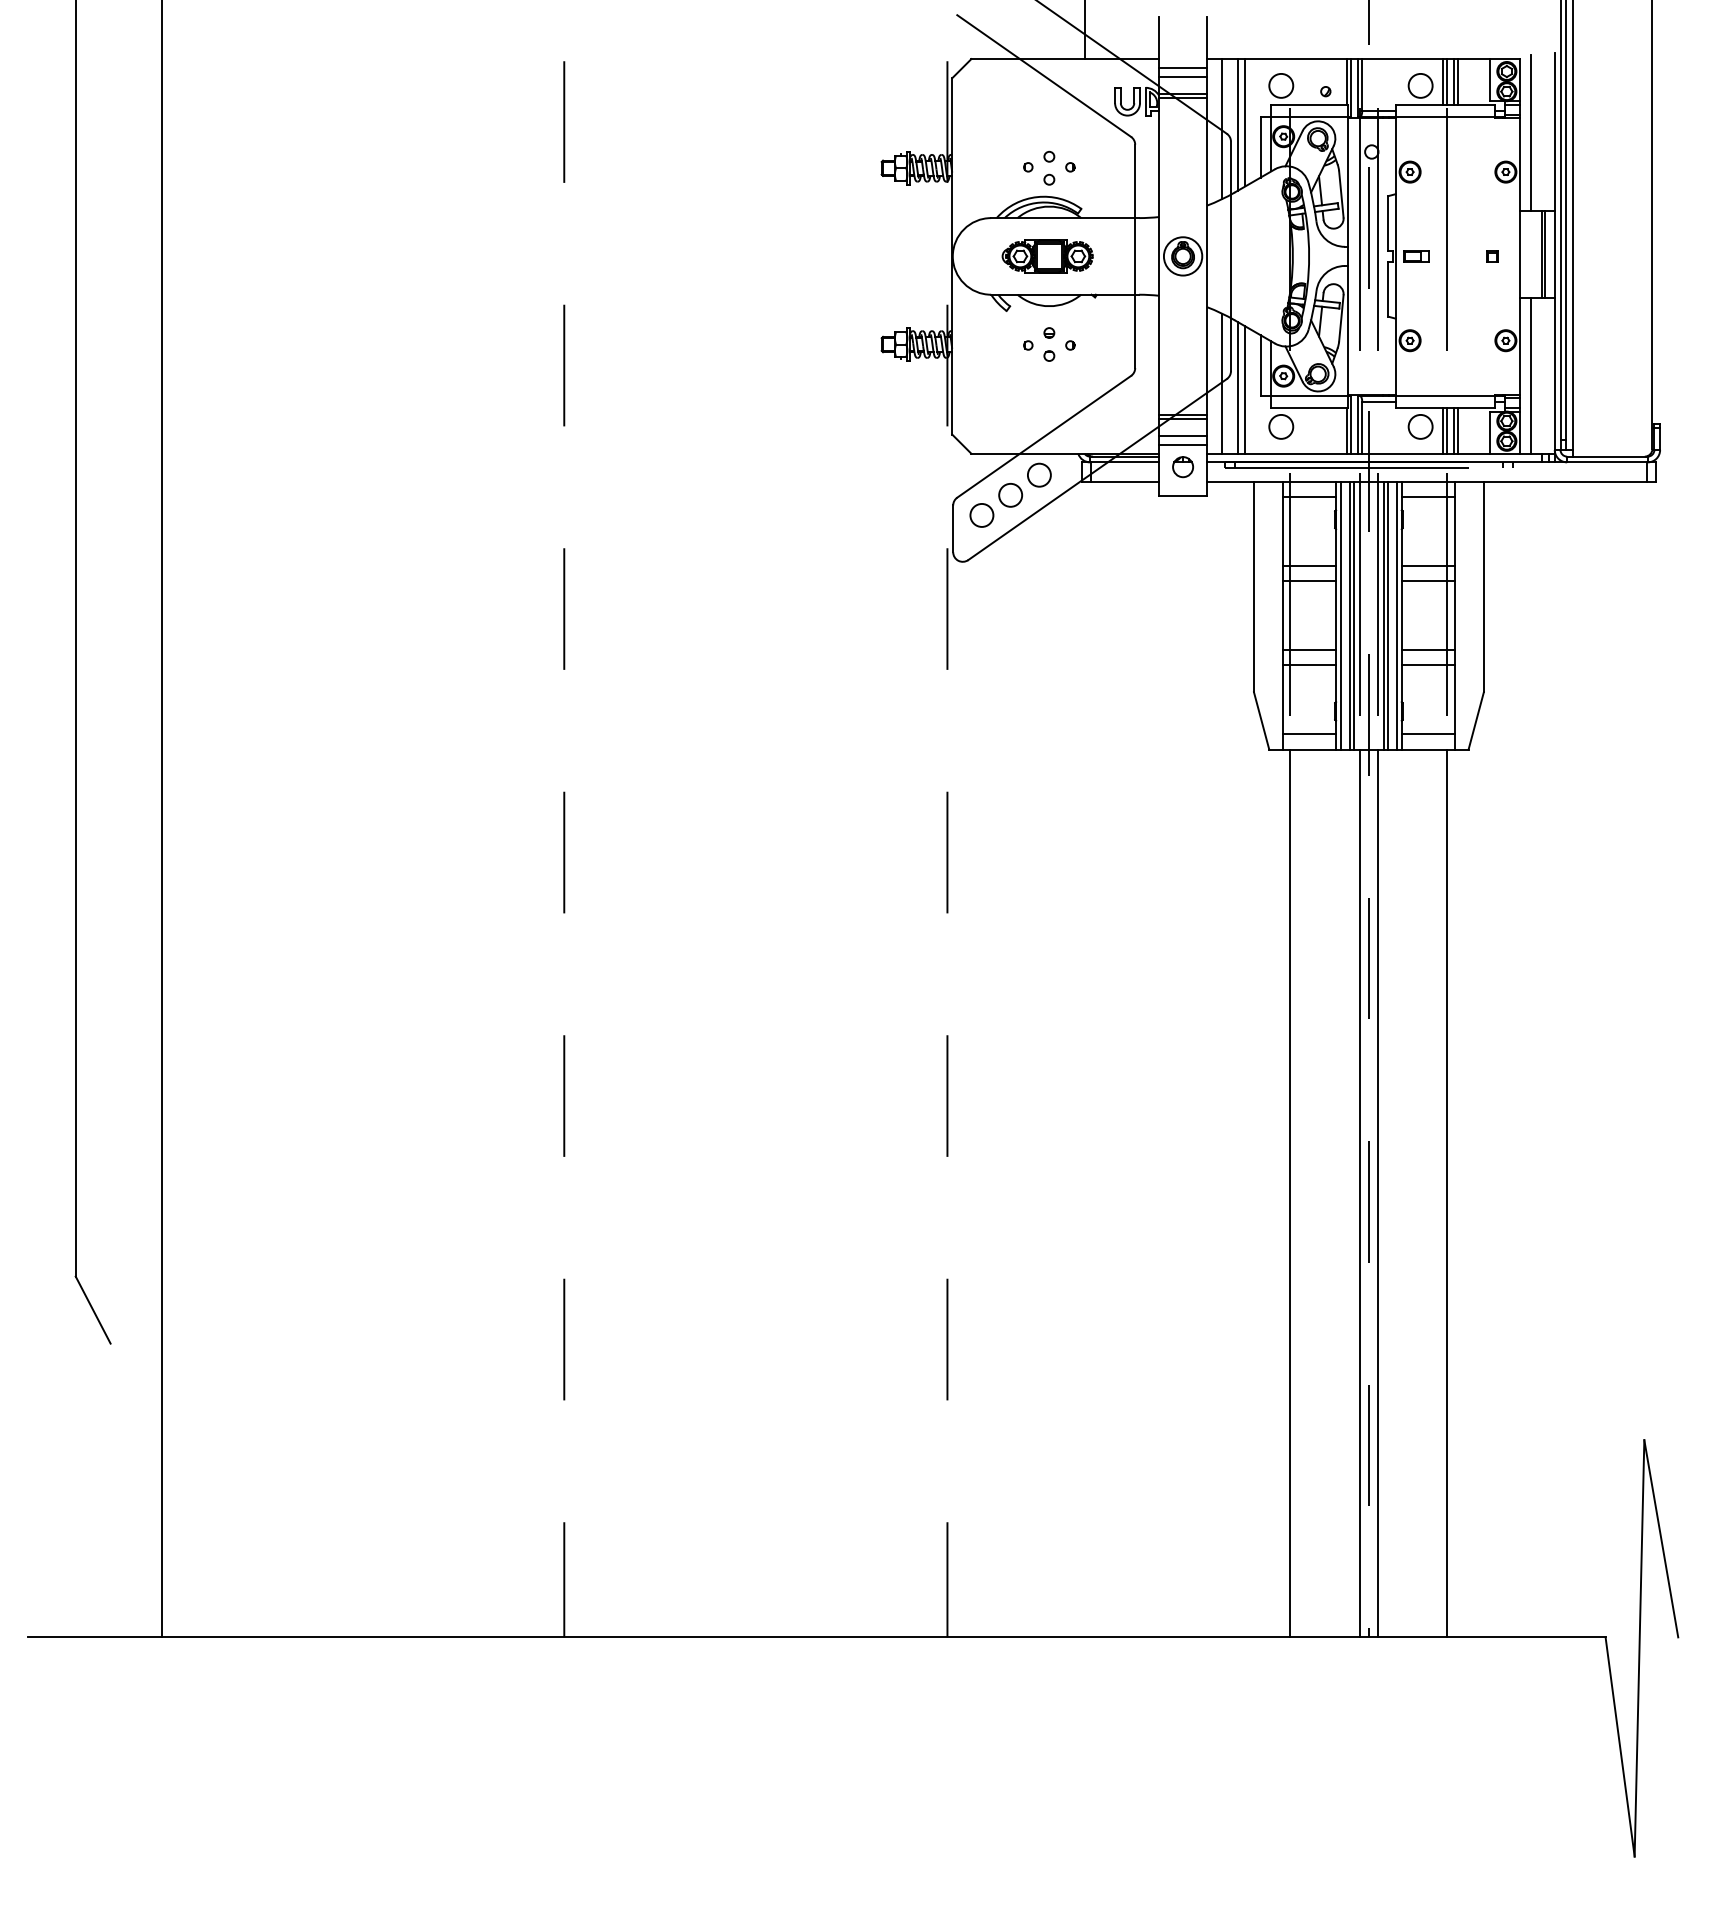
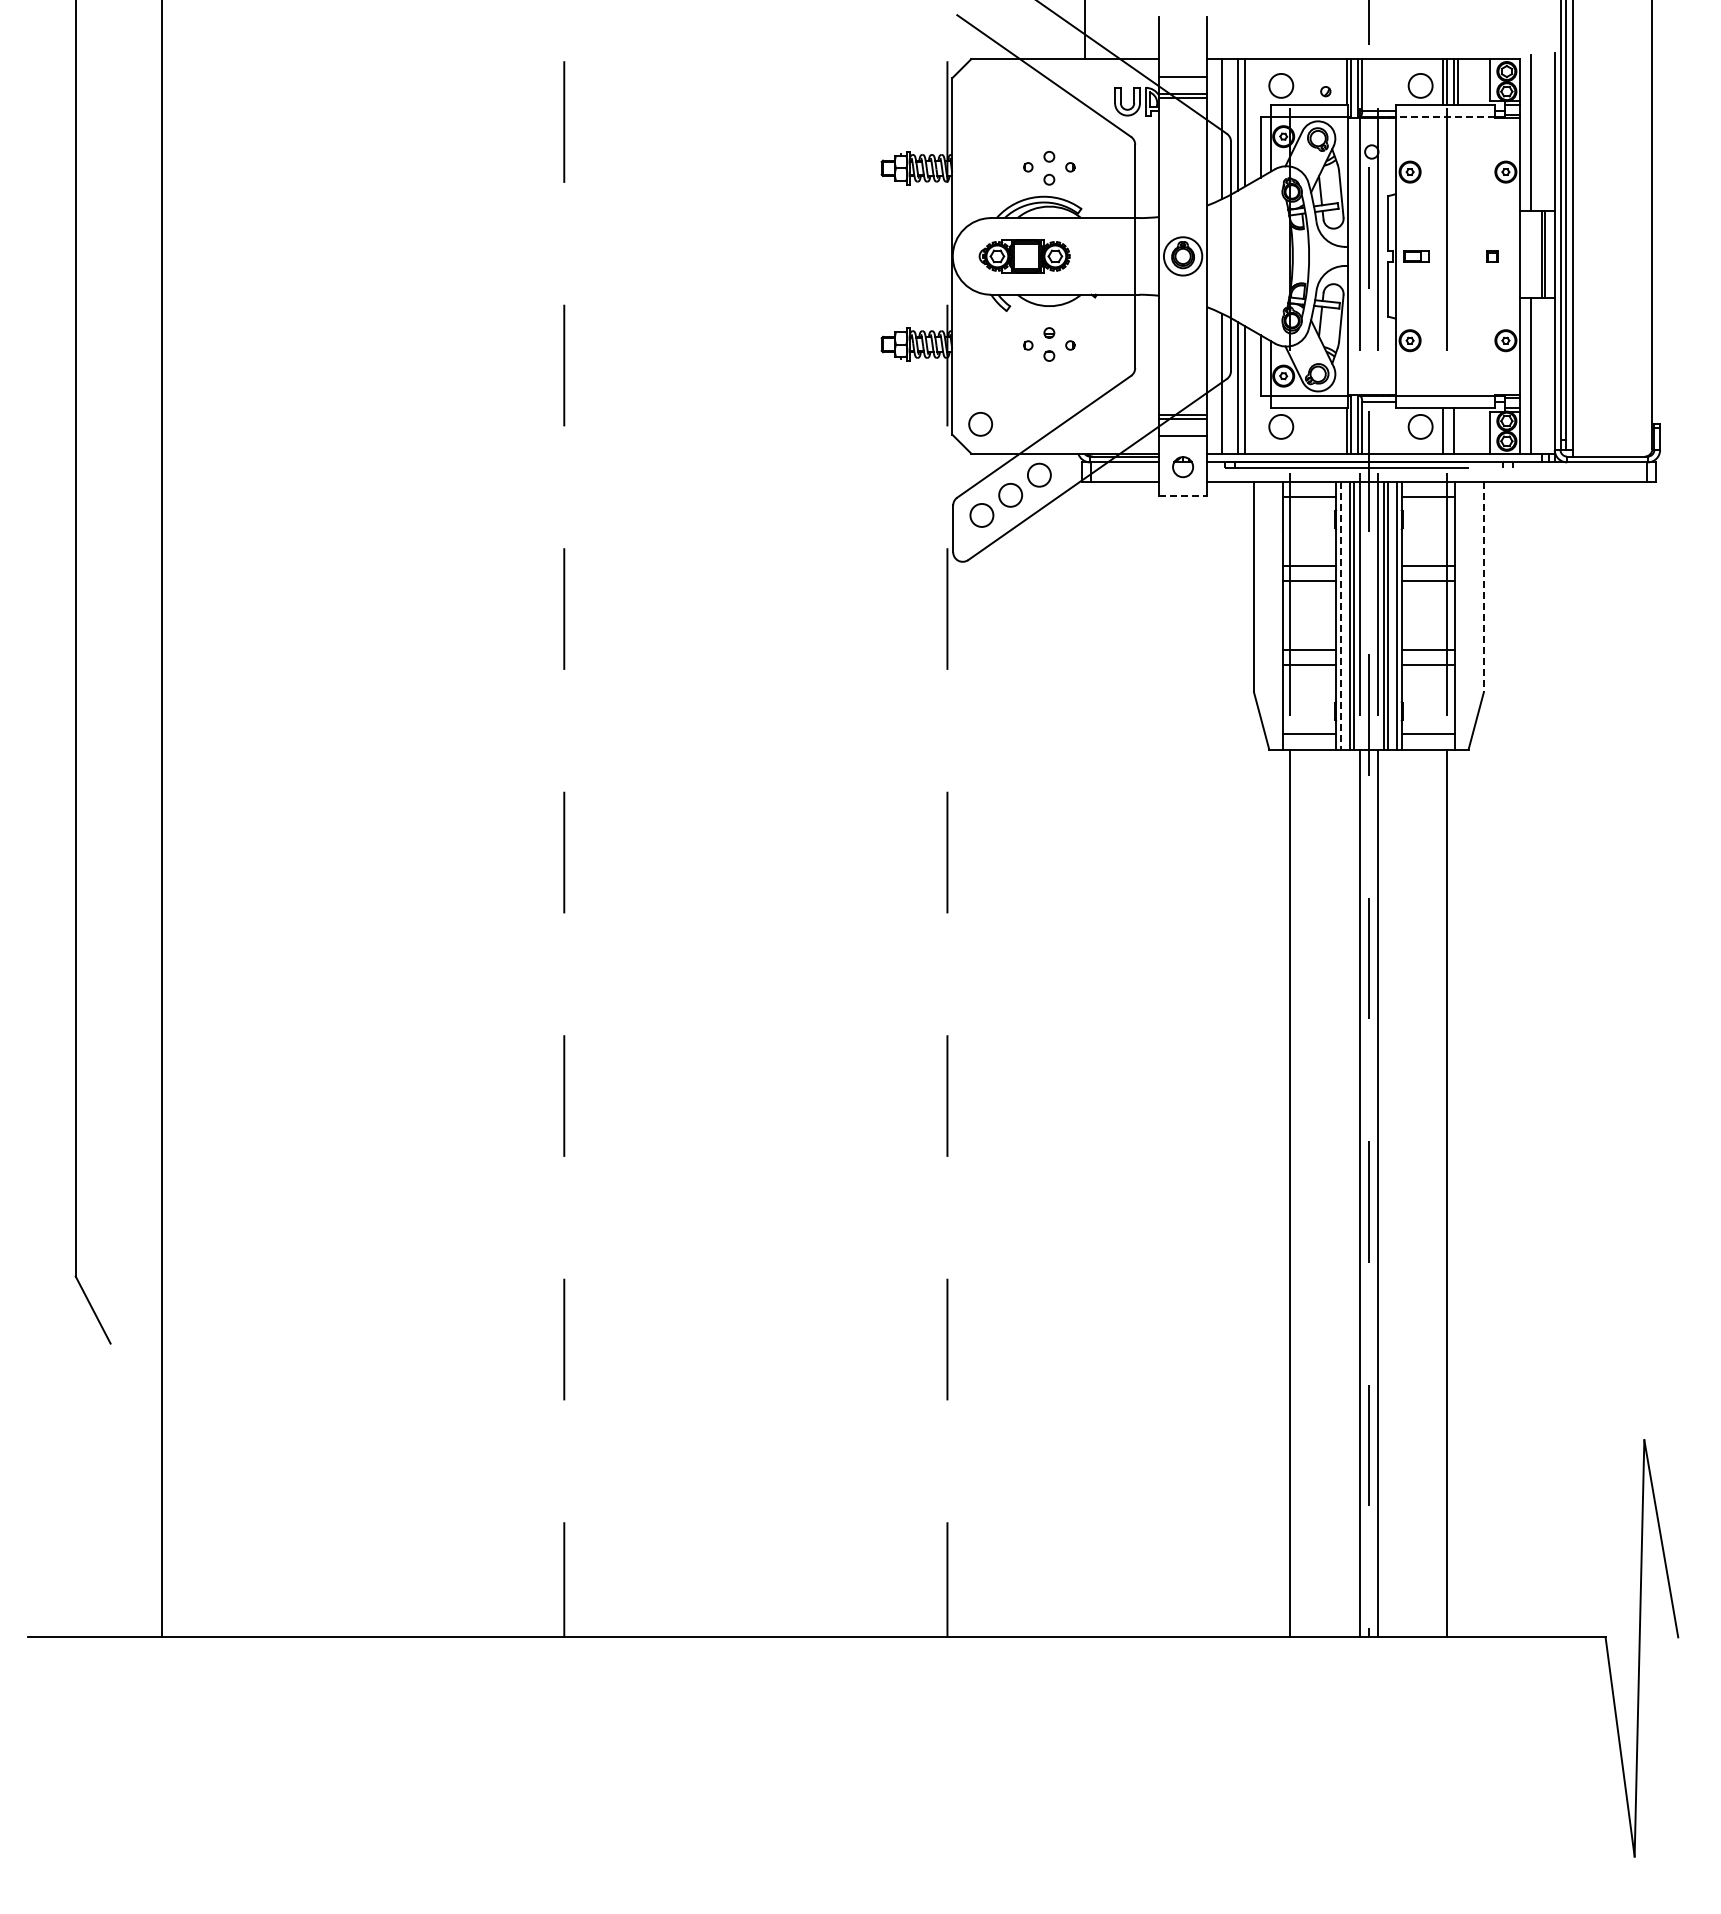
line at (1183, 68): present -> none
line at (1445, 116): solid -> dashed
part at (1047, 256) position: (1047, 256) -> (1024, 256)
circle at (980, 424): none -> present
line at (1446, 430): present -> none
line at (1458, 430): present -> none
line at (1183, 444): present -> none
line at (1183, 495): solid -> dashed
line at (1483, 587): solid -> dashed
line at (1340, 616): solid -> dashed
